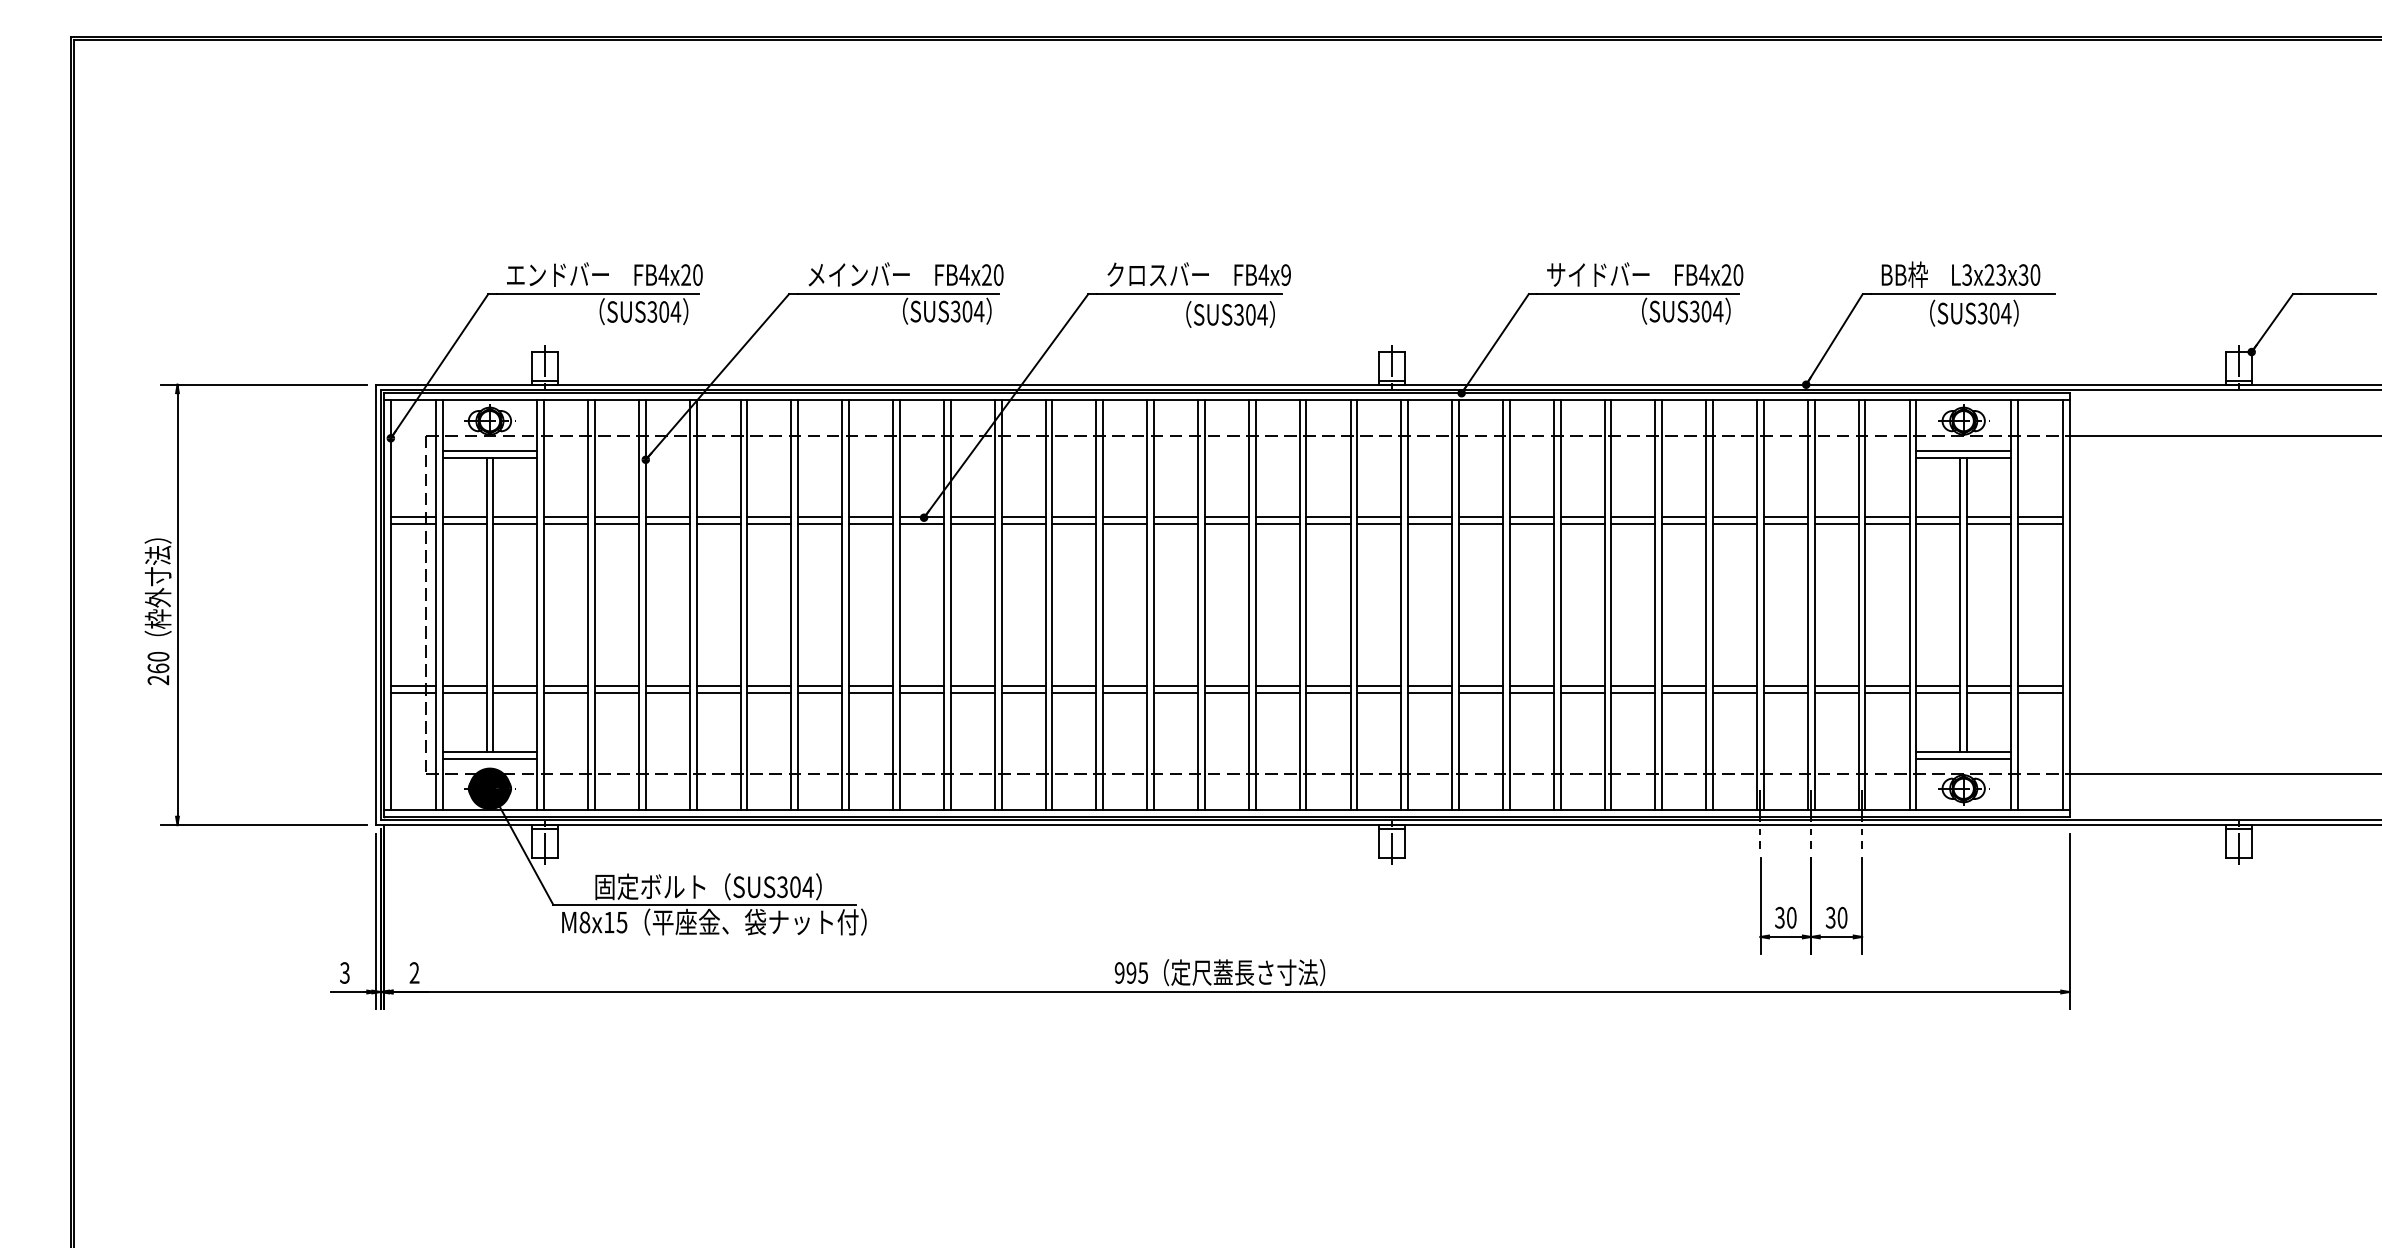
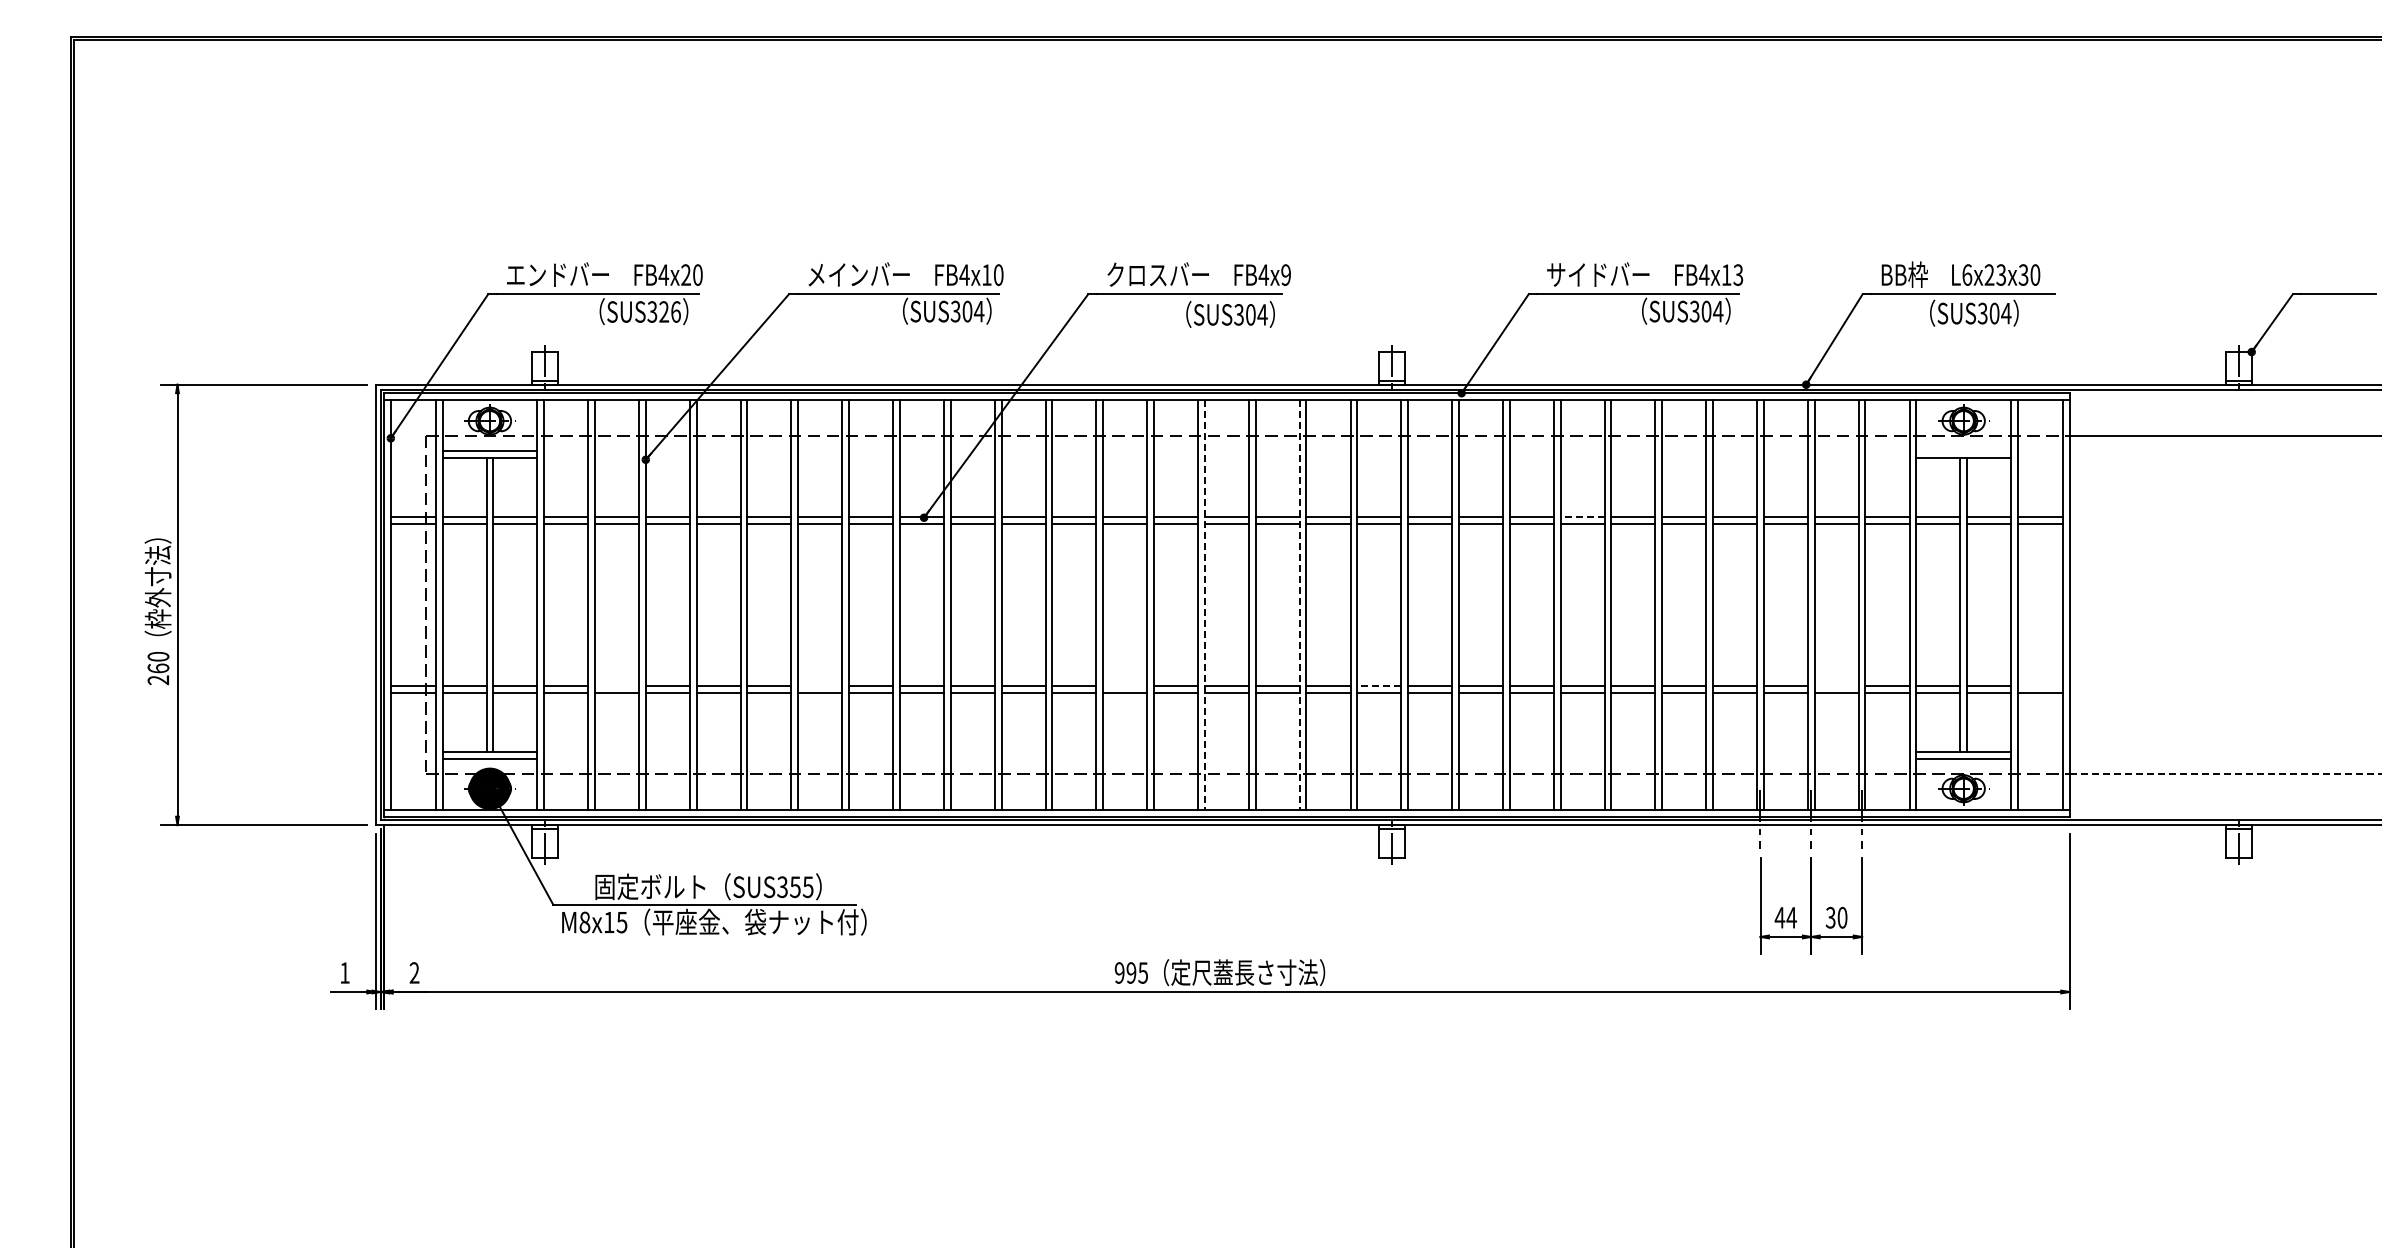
text at (986, 274): FB4x20 -> FB4x10
text at (1732, 274): FB4x20 -> FB4x13
text at (1967, 274): L3x23x30 -> L6x23x30
text at (670, 311): SUS304 -> SUS326
line at (1963, 450): present -> none
line at (1582, 516): solid -> dashed
line at (1204, 604): solid -> dashed
line at (1299, 604): solid -> dashed
line at (616, 686): present -> none
line at (820, 686): present -> none
line at (1125, 686): present -> none
line at (1378, 686): solid -> dashed
line at (1836, 686): present -> none
line at (2039, 686): present -> none
line at (2226, 774): solid -> dashed
text at (801, 887): SUS304 -> SUS355
text at (1785, 917): 30 -> 44
text at (344, 972): 3 -> 1
